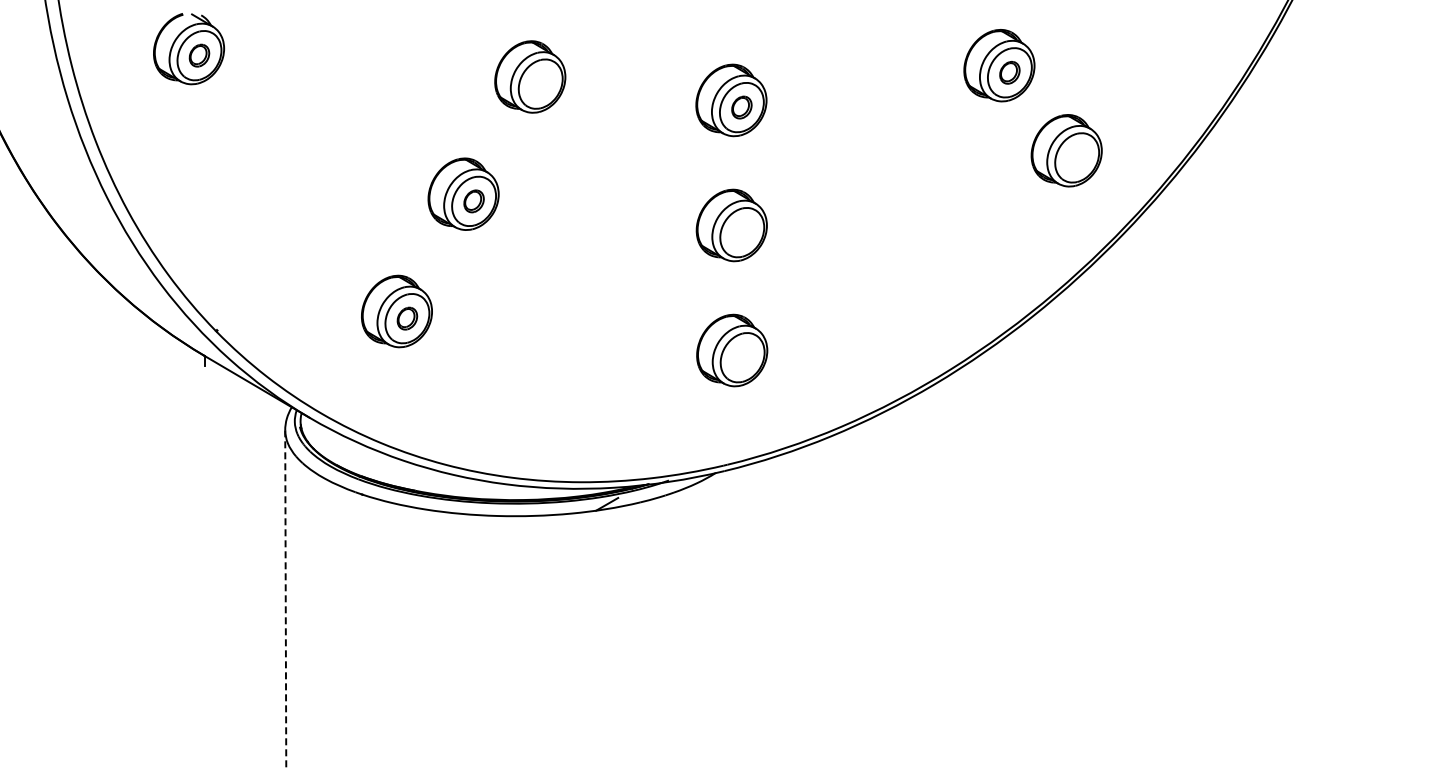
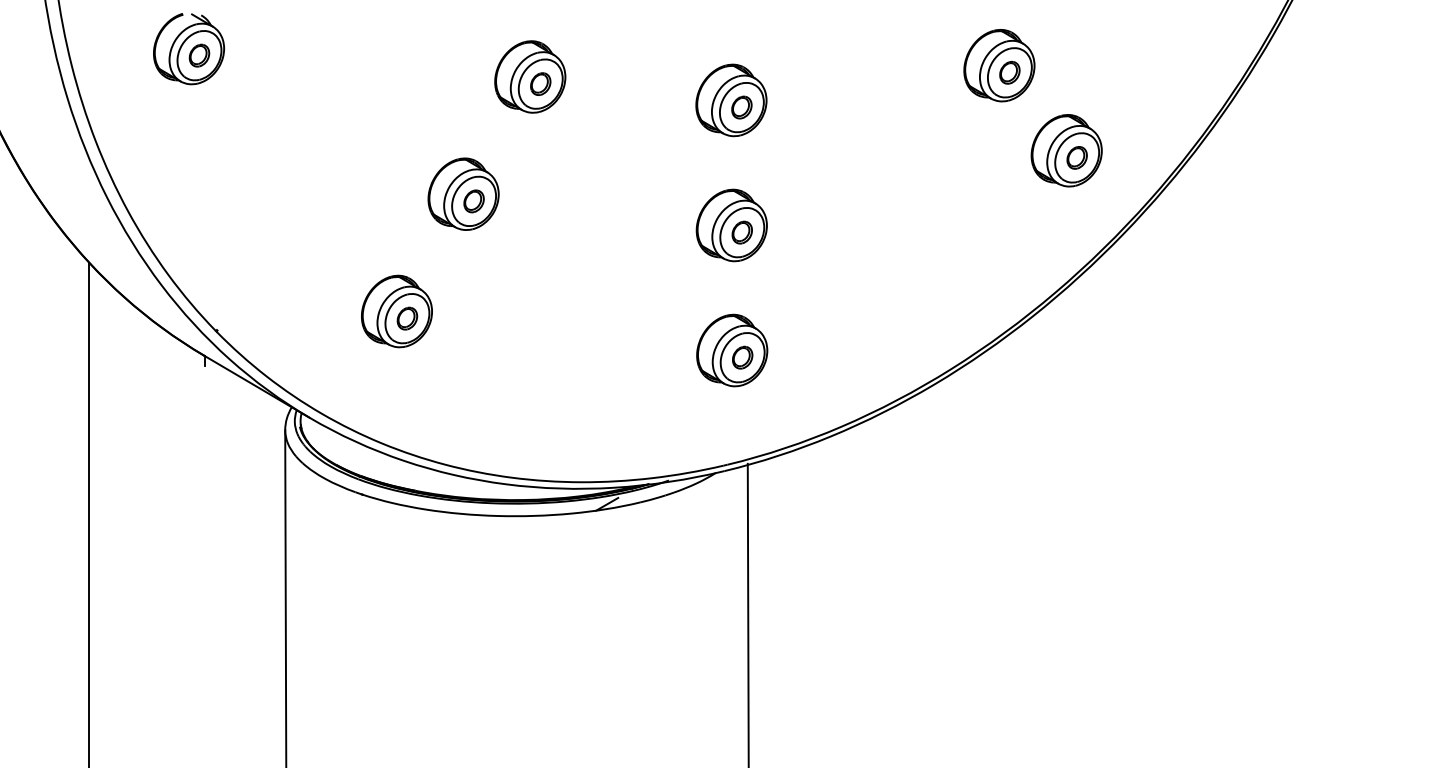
part at (540, 83): none -> present
part at (1076, 157): none -> present
part at (741, 232): none -> present
part at (742, 357): none -> present
line at (89, 513): none -> present
line at (285, 599): dashed -> solid
line at (747, 613): none -> present
